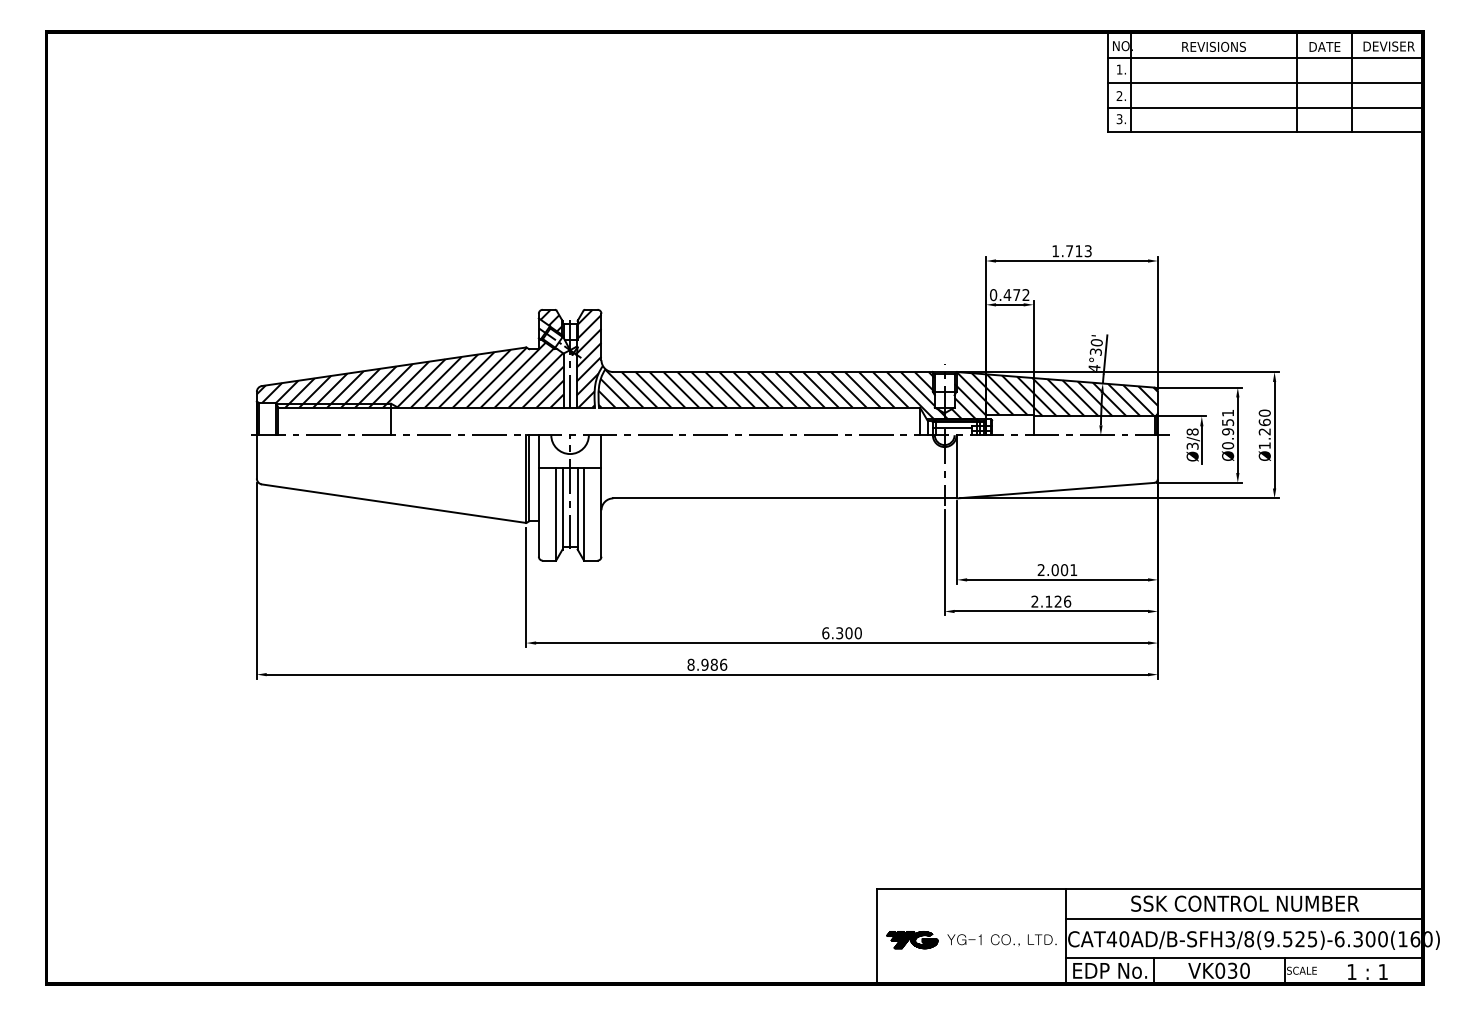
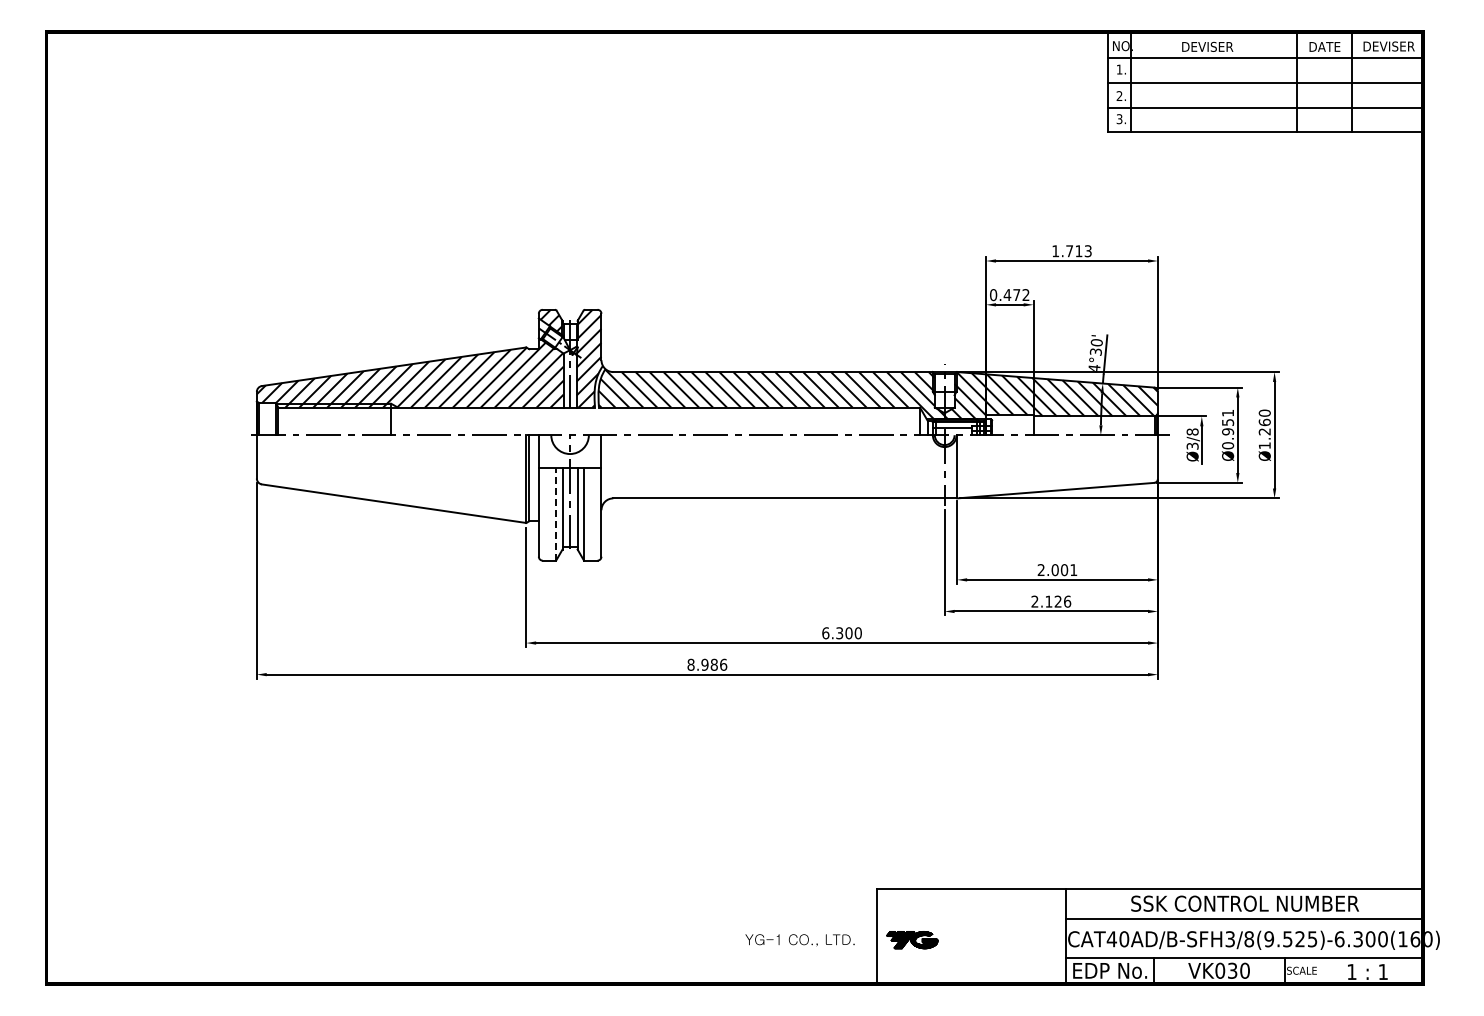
text at (1214, 46): REVISIONS -> DEVISER
line at (556, 514): solid -> dashed
text at (1001, 940) position: (1001, 940) -> (799, 940)
